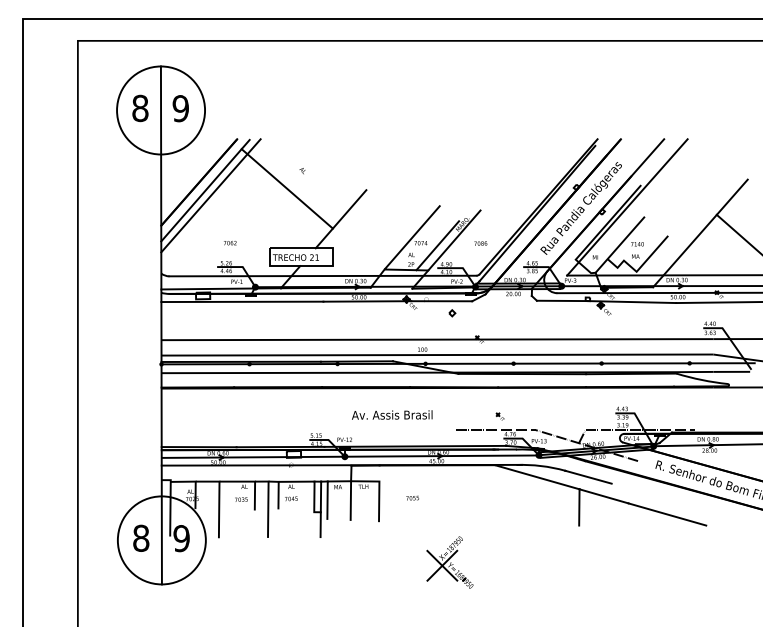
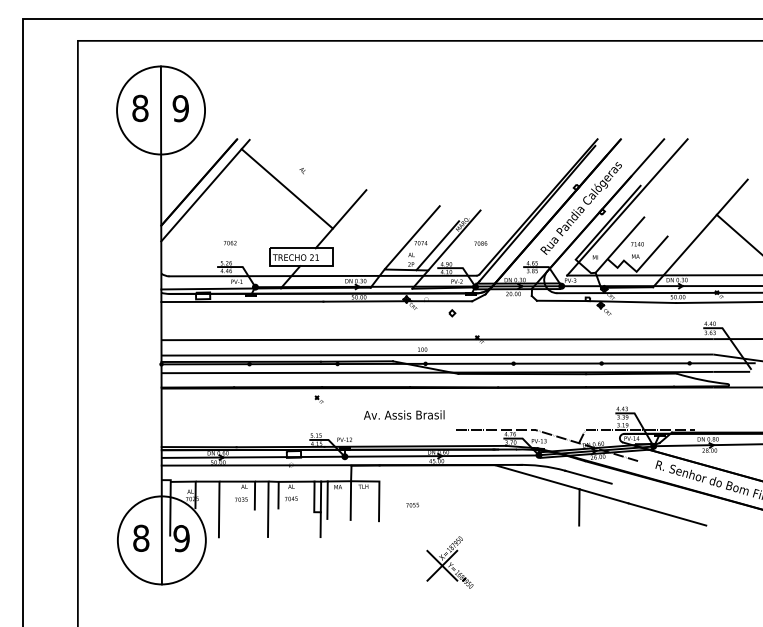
line at (210, 195): present -> none
text at (392, 414) position: (392, 414) -> (404, 414)
part at (499, 416) position: (499, 416) -> (318, 399)
text at (412, 497) position: (412, 497) -> (412, 504)
